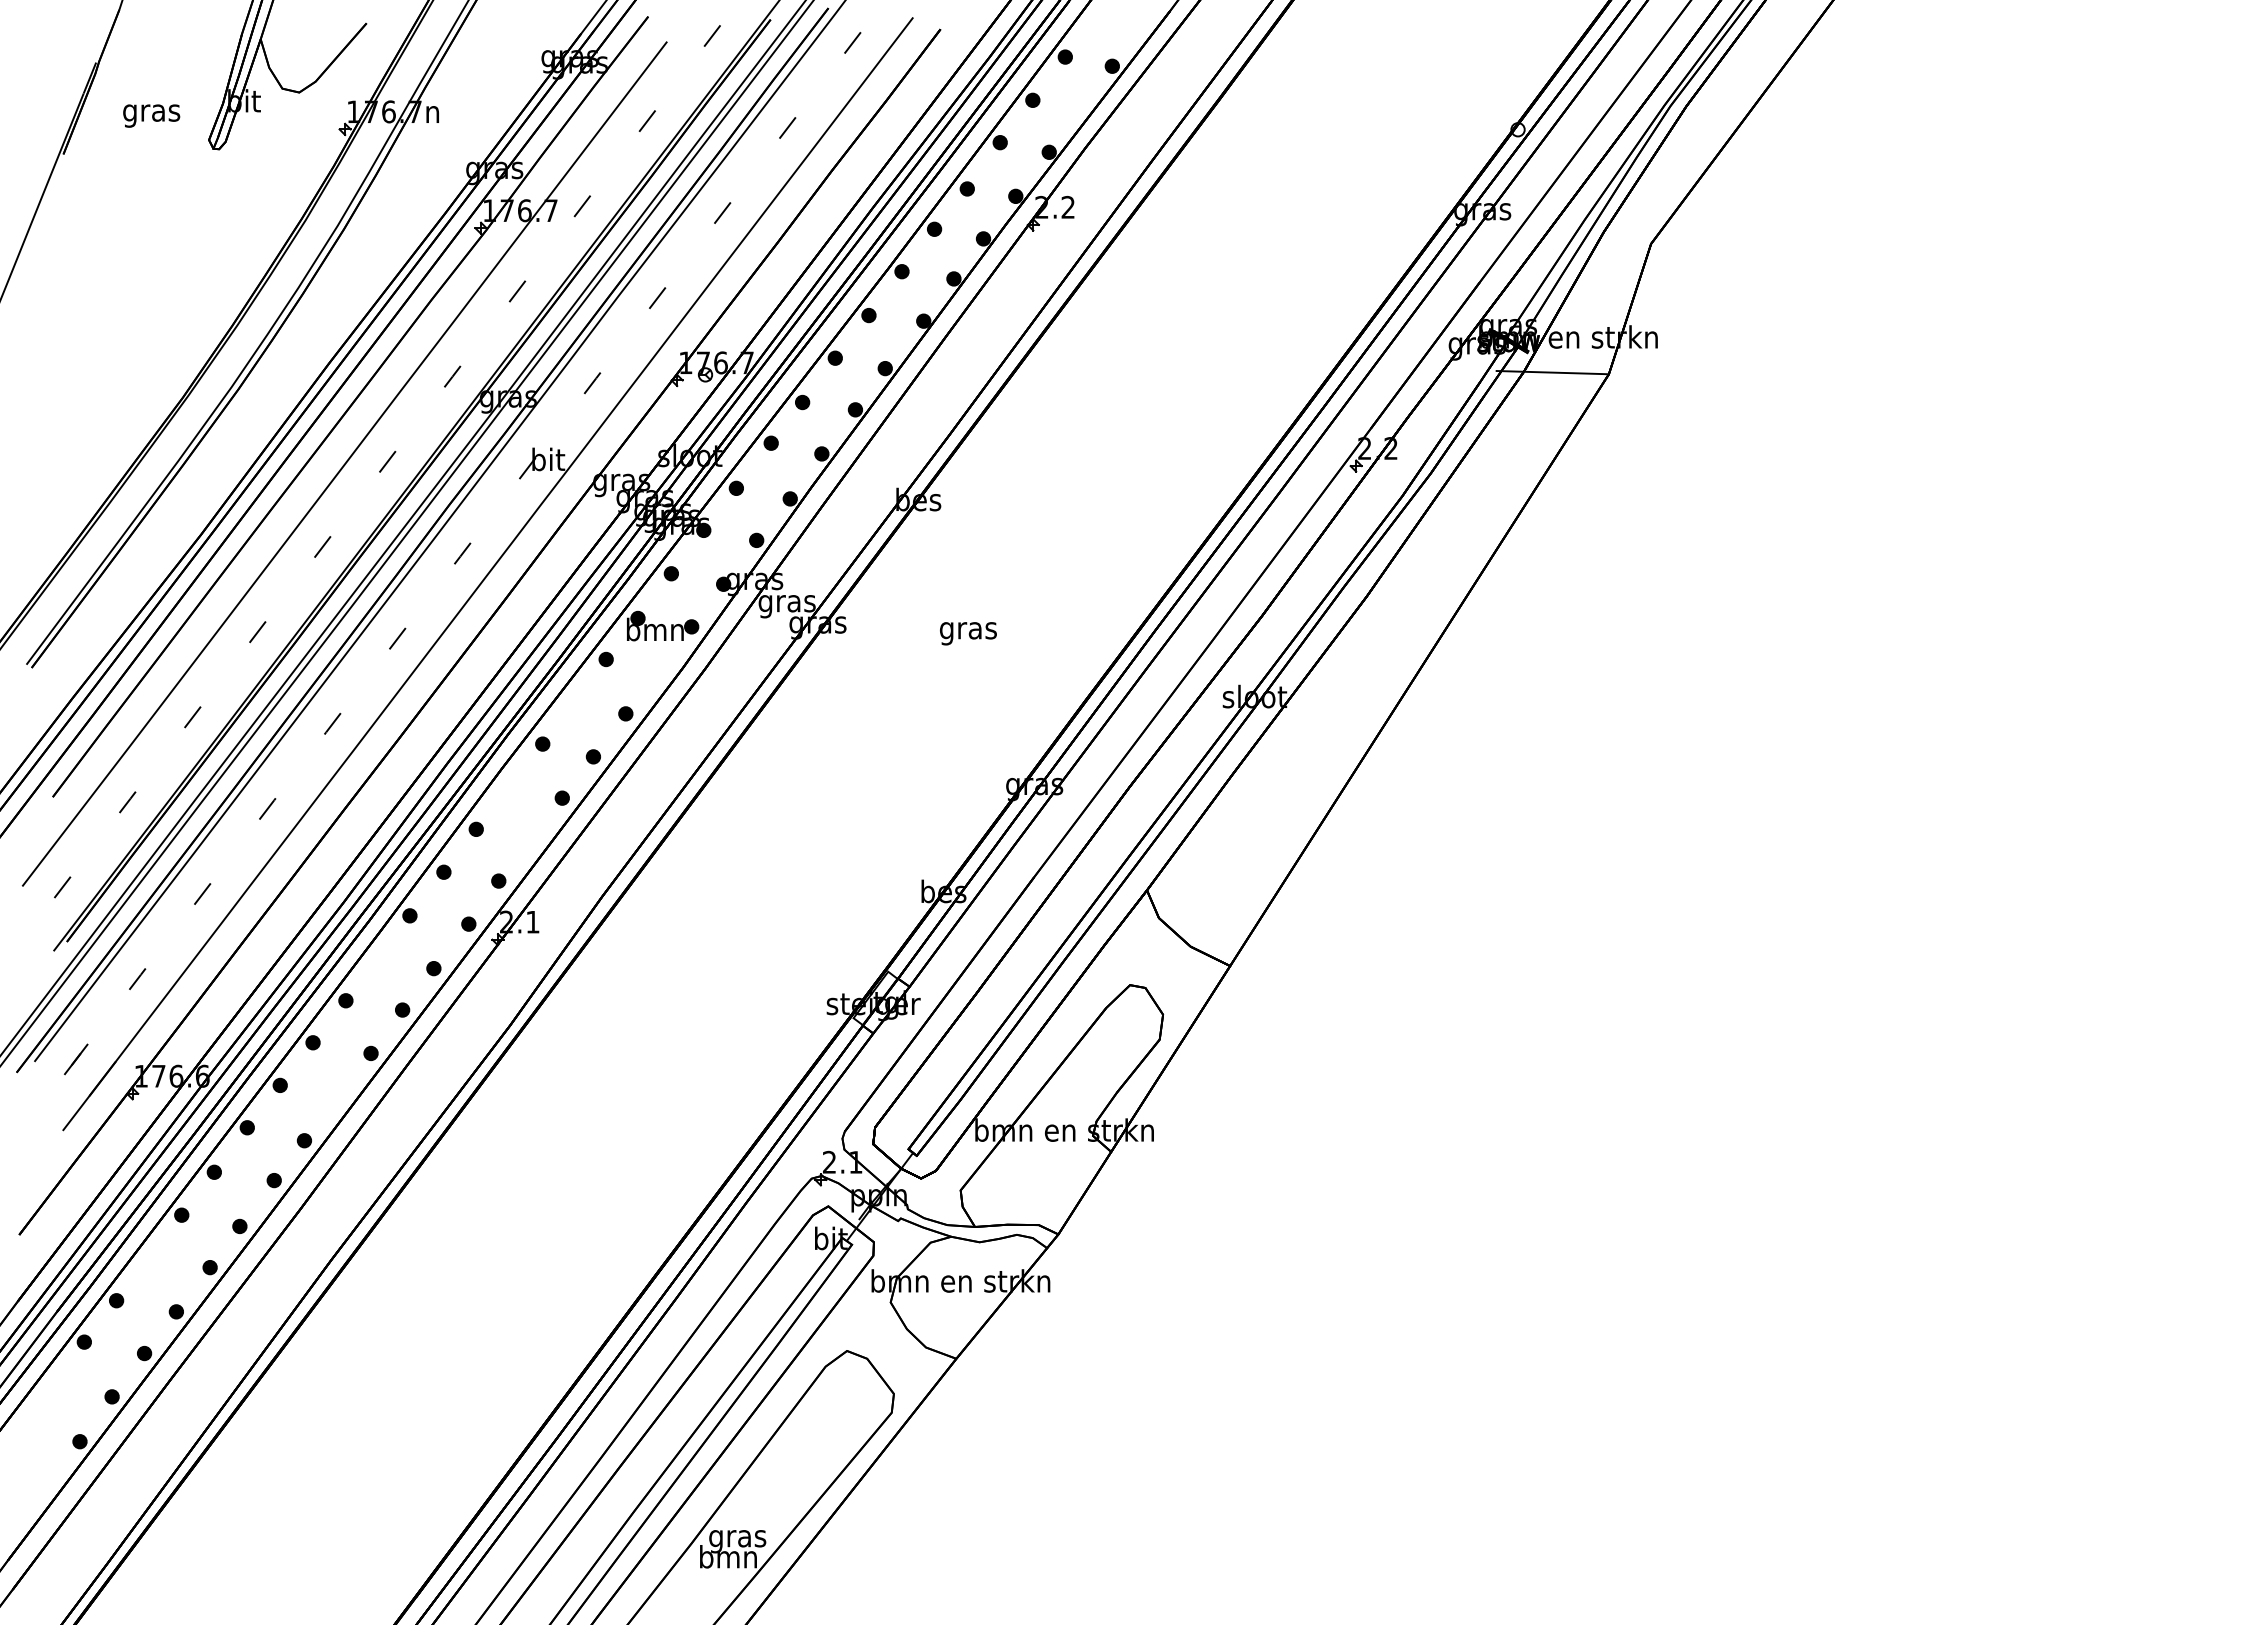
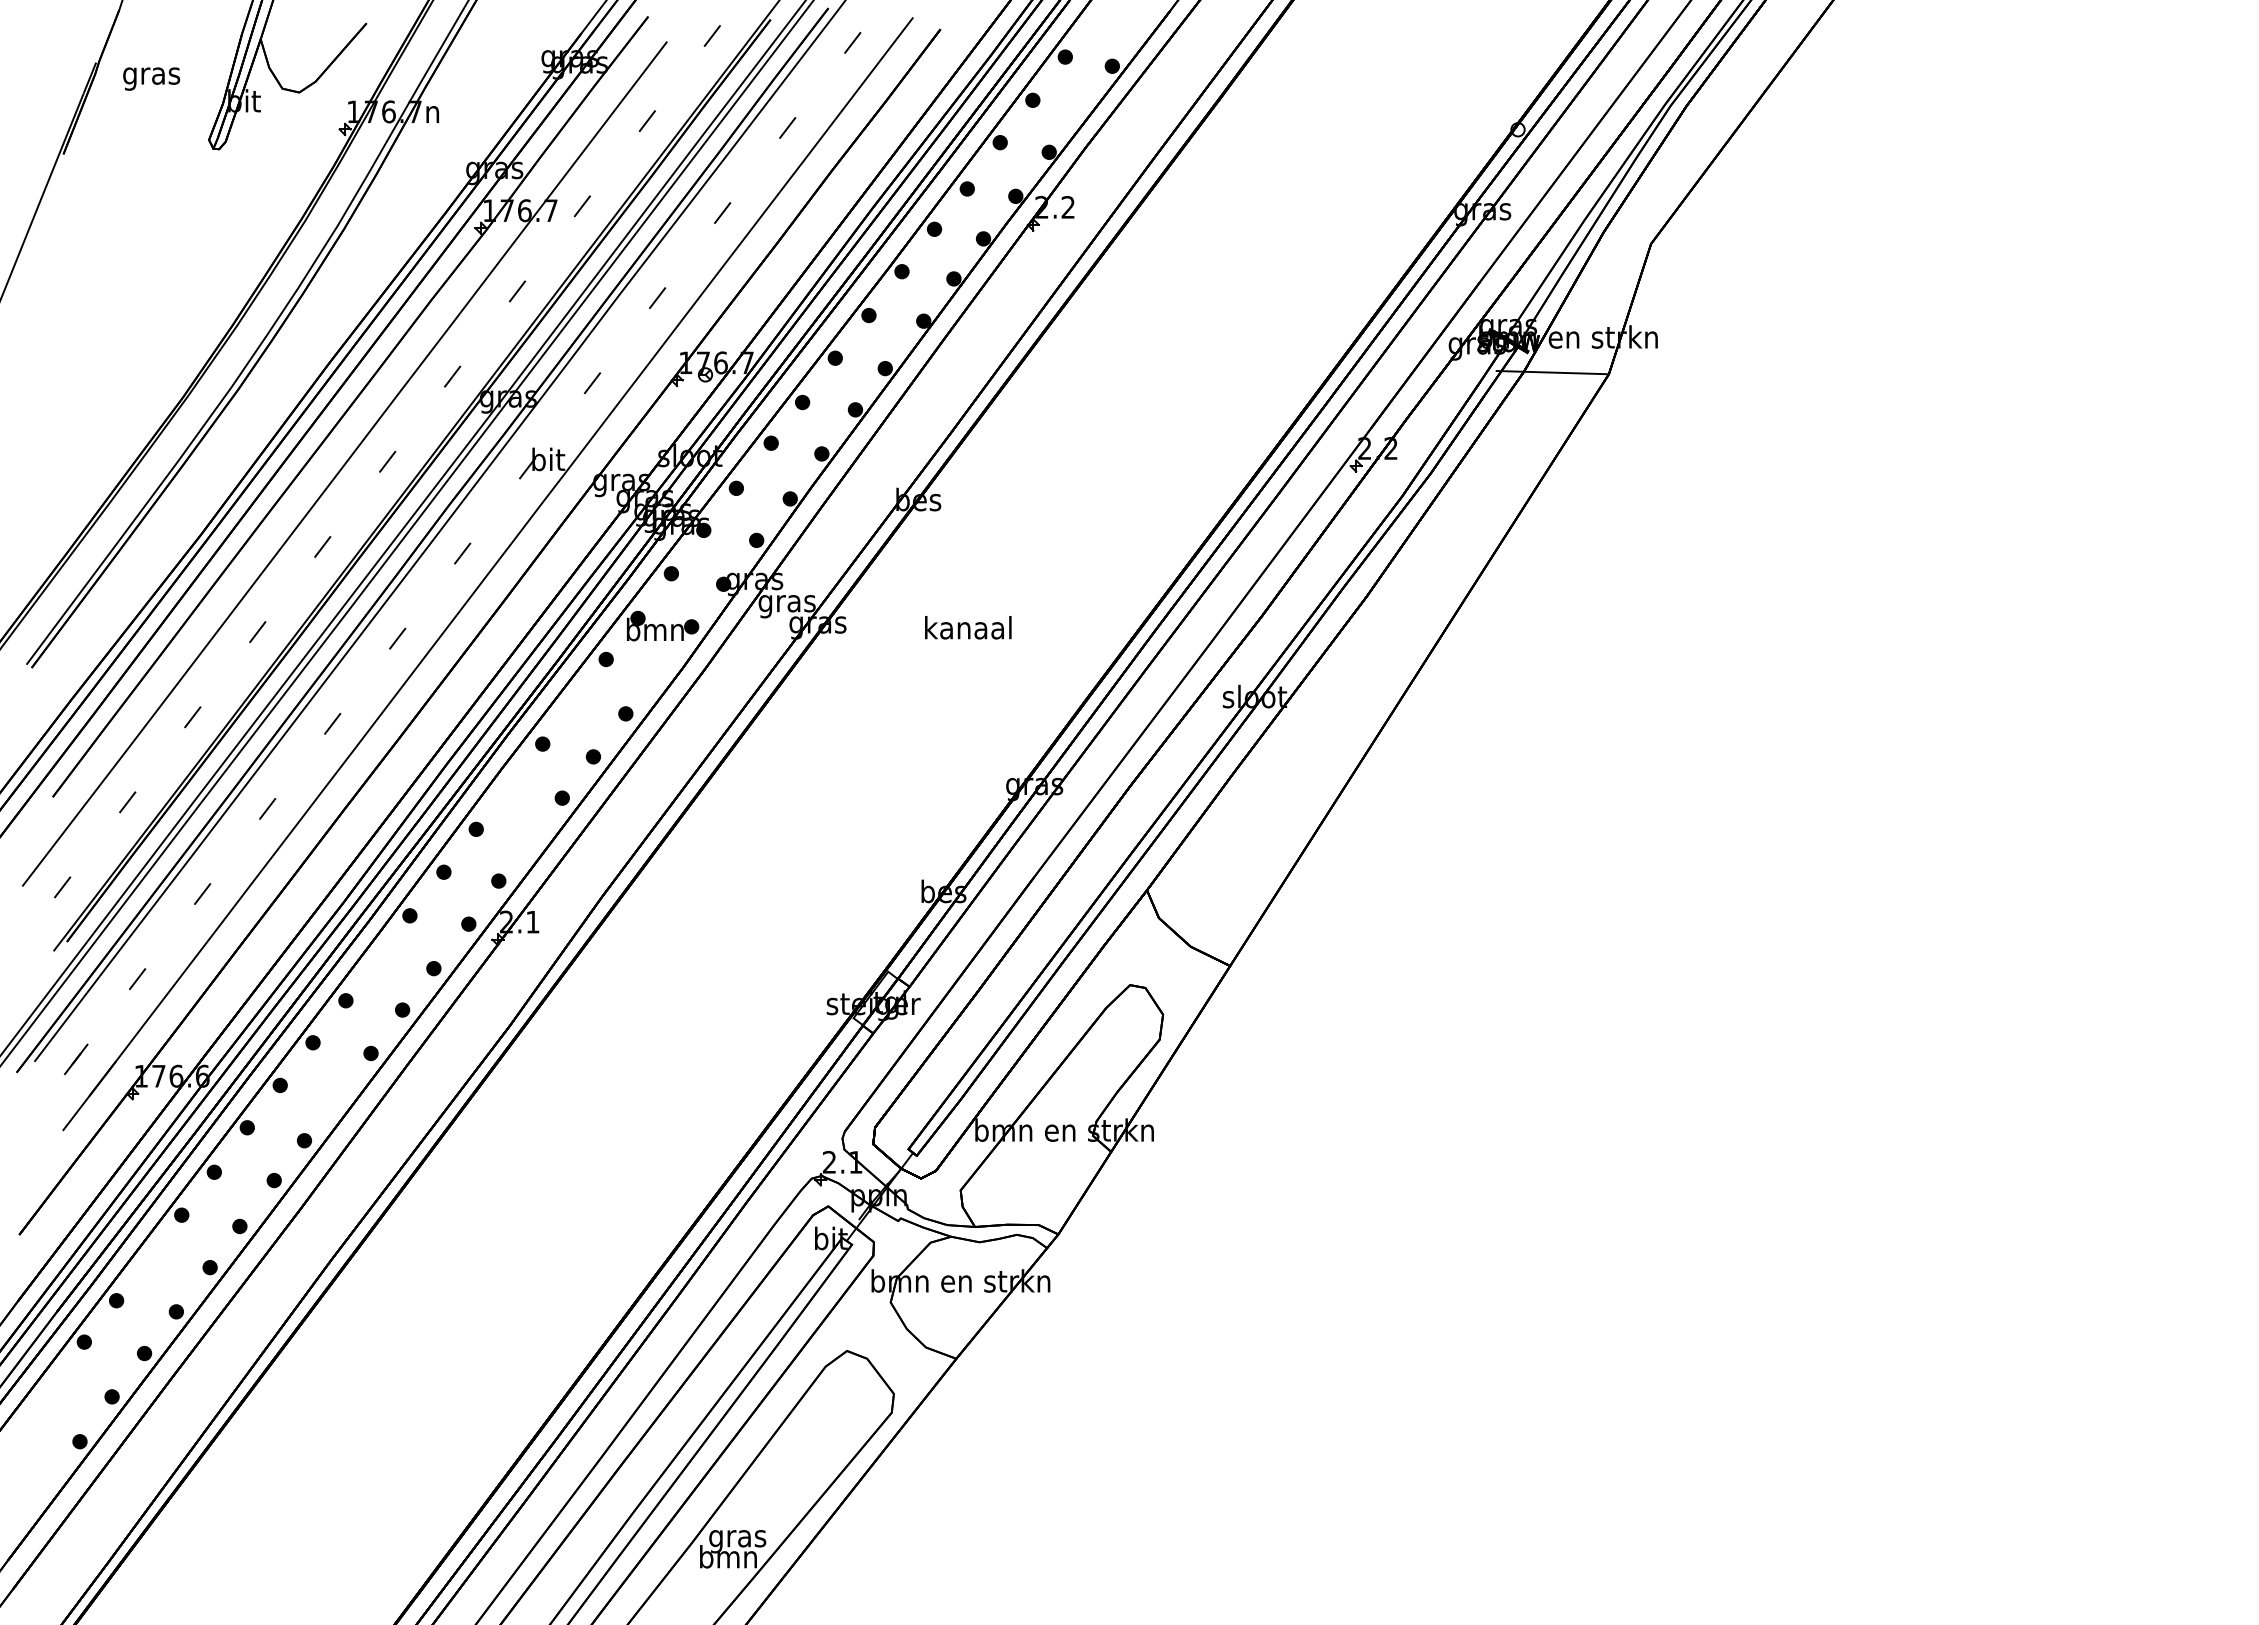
text at (151, 115) position: (151, 115) -> (151, 78)
text at (968, 630): gras -> kanaal
